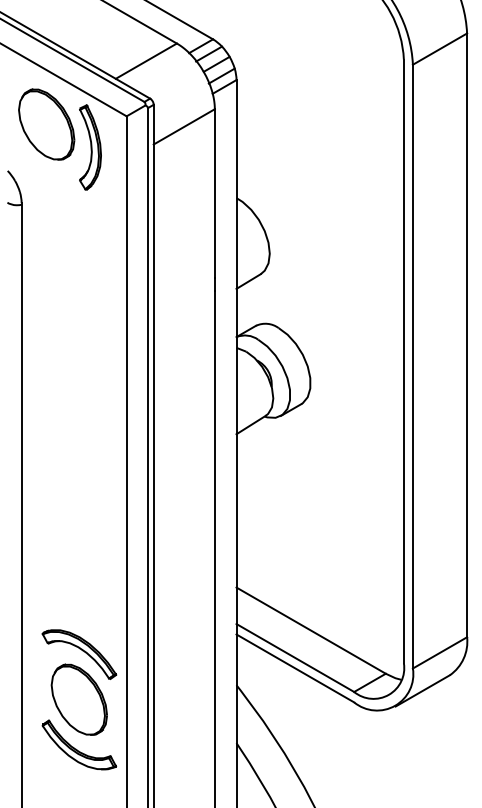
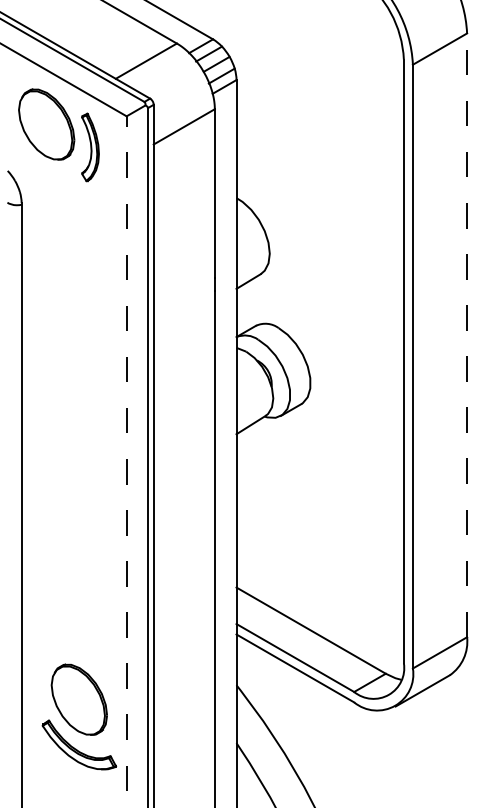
part at (90, 147) size: 23x87 px -> 19x71 px
line at (467, 335): solid -> dashed
line at (126, 461): solid -> dashed
part at (79, 654): present -> none
